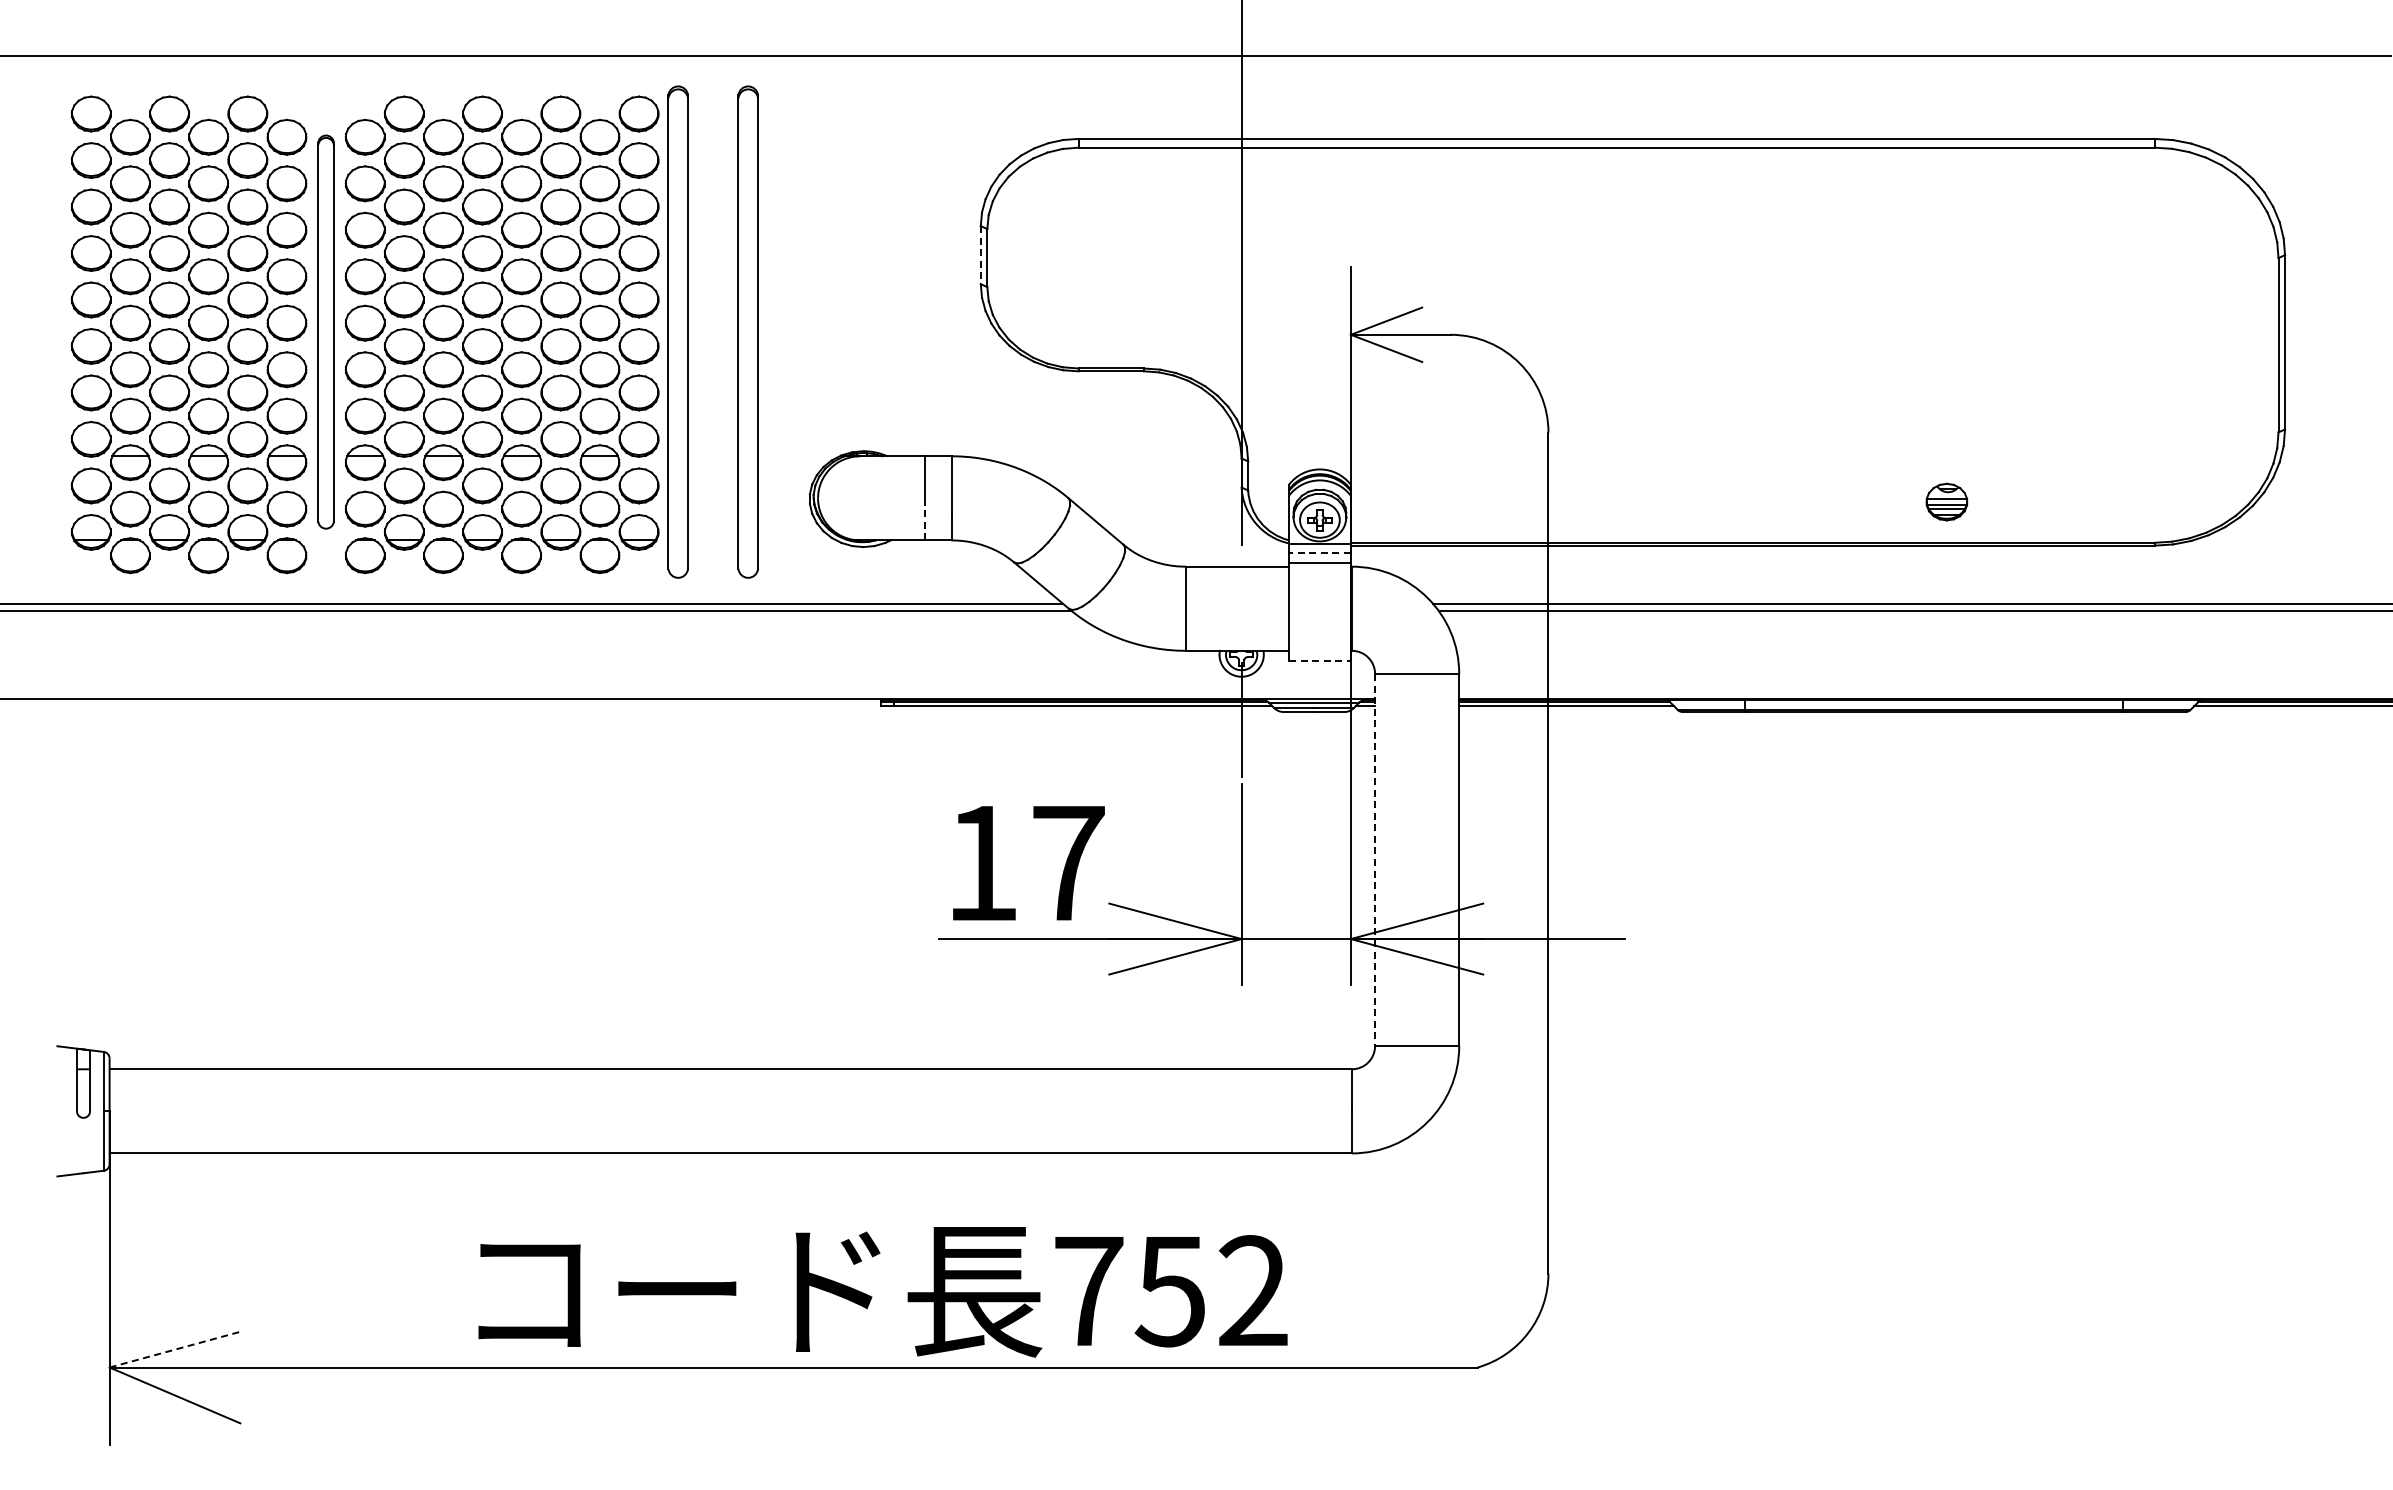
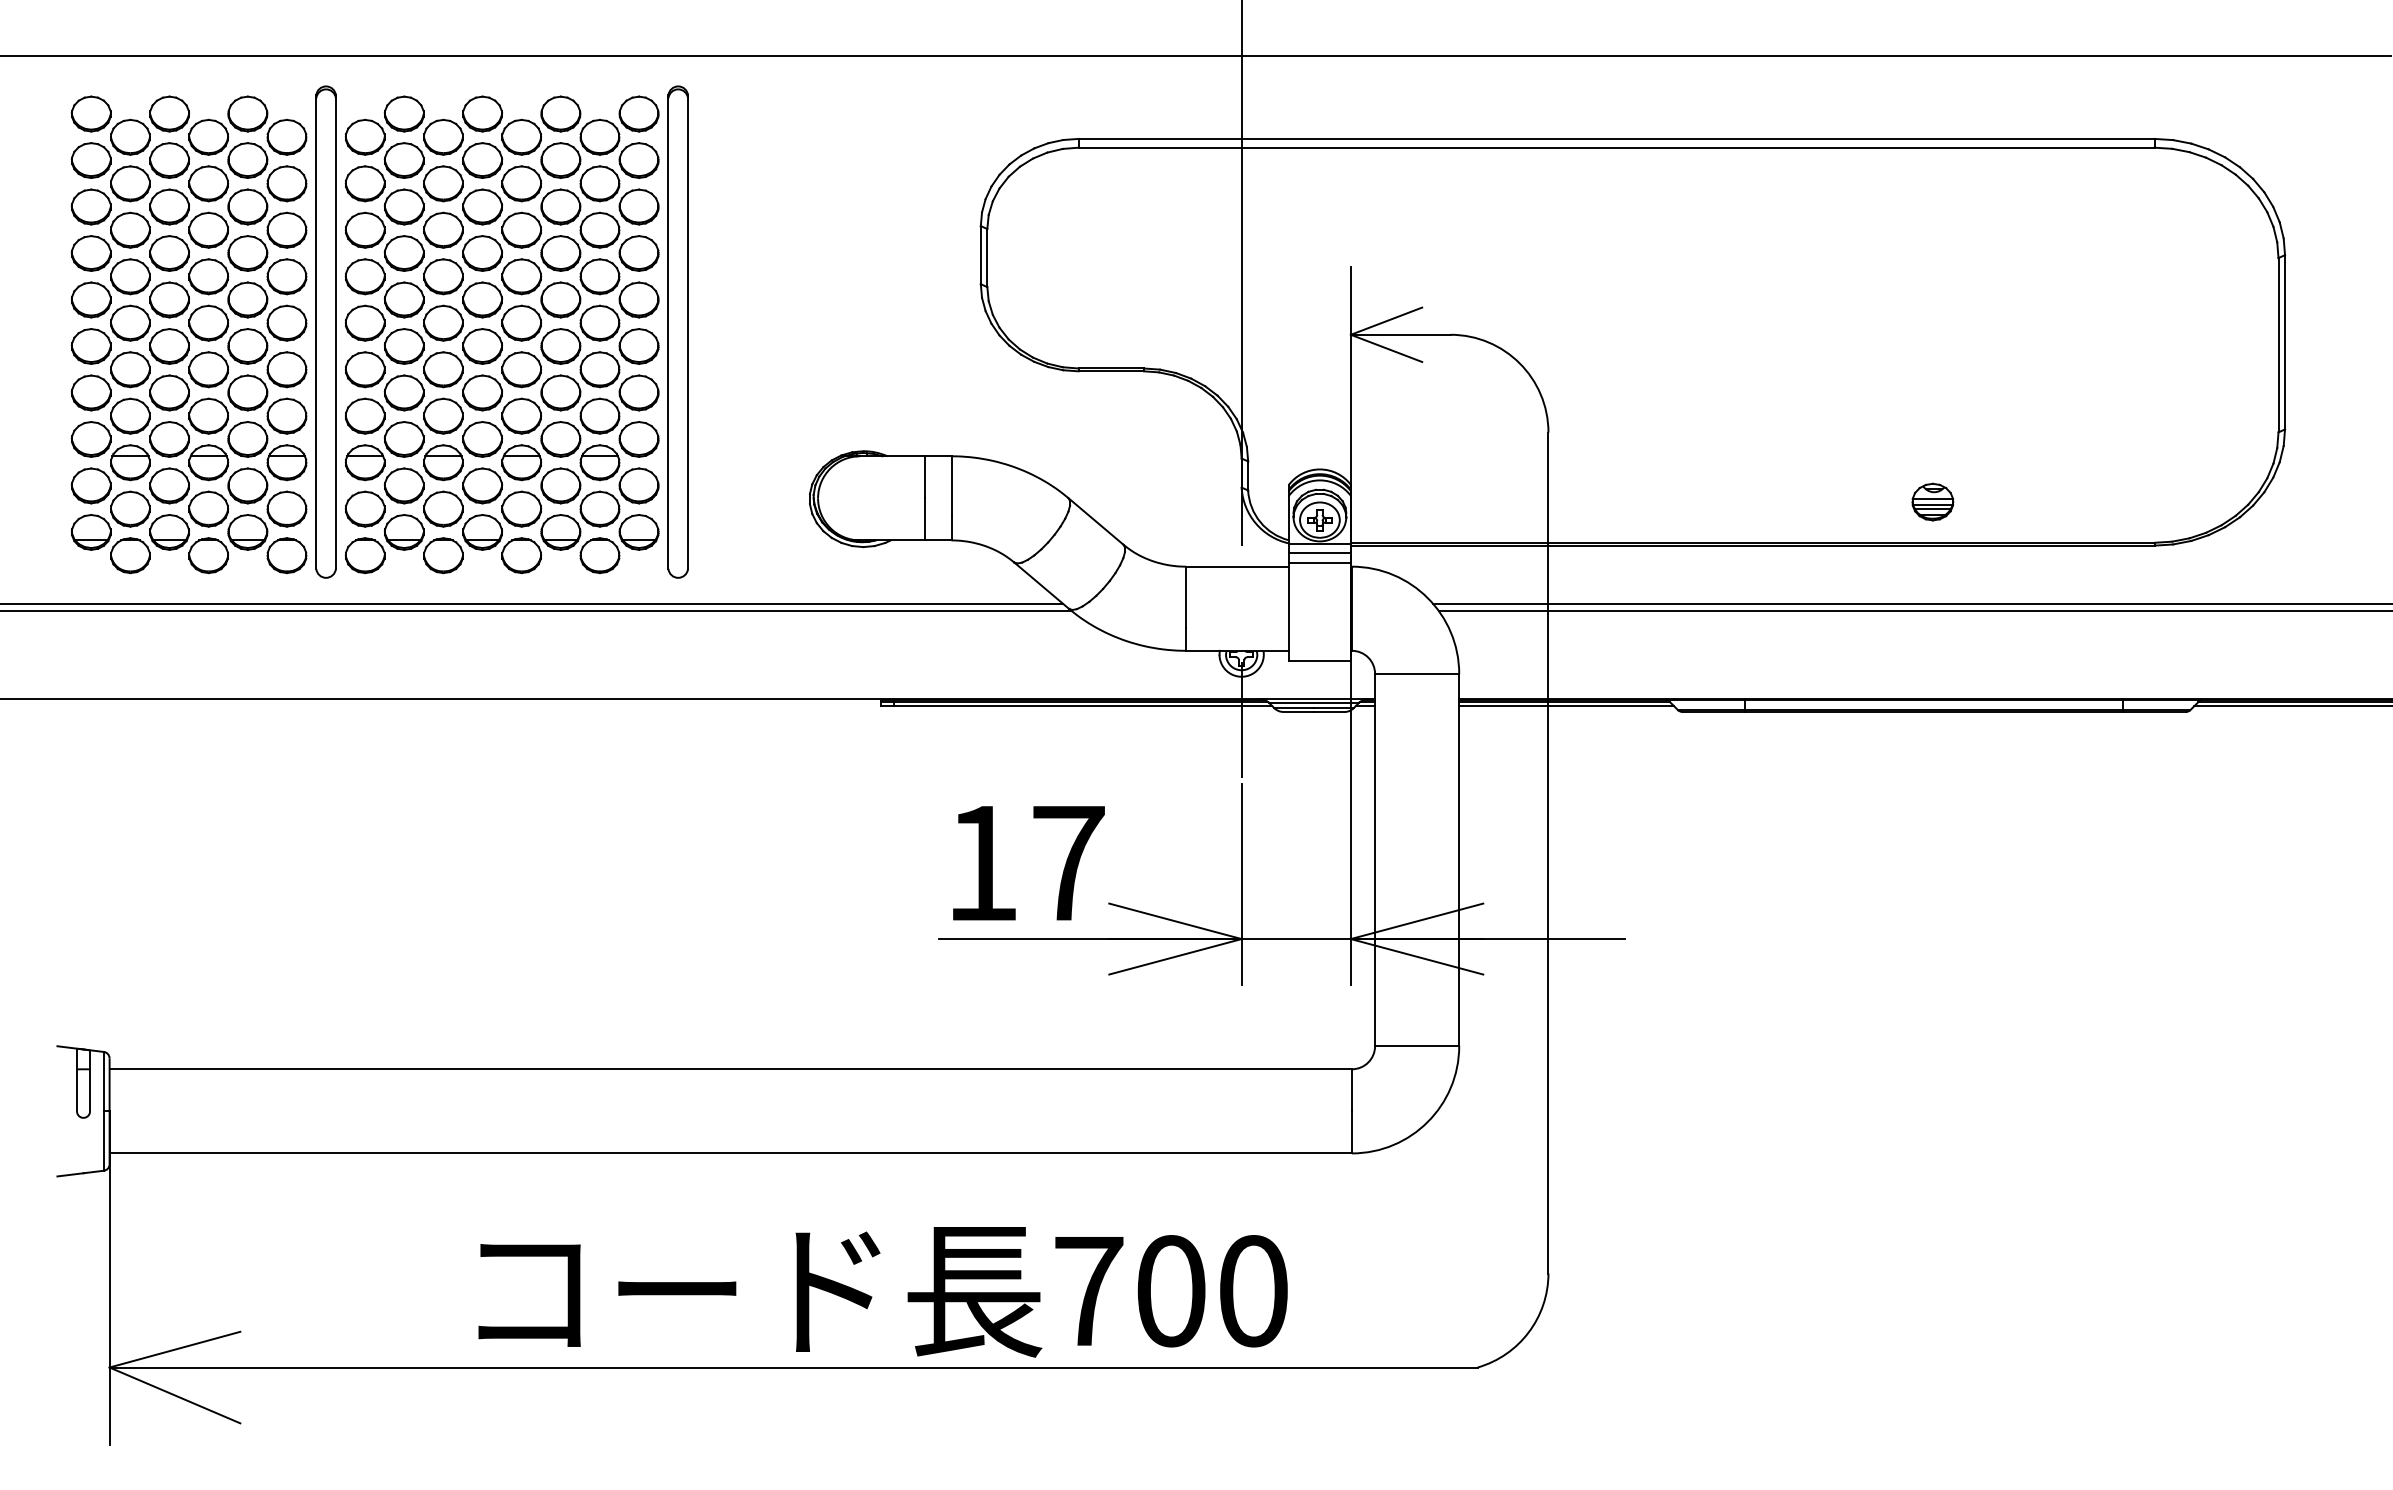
line at (980, 255): dashed -> solid
part at (325, 331) size: 18x396 px -> 22x494 px
part at (747, 331): present -> none
part at (1946, 501) position: (1946, 501) -> (1932, 501)
line at (925, 518): dashed -> solid
line at (1319, 552): dashed -> solid
line at (1319, 660): dashed -> solid
line at (1375, 860): dashed -> solid
text at (1210, 1291): 752 -> 700
line at (174, 1349): dashed -> solid
